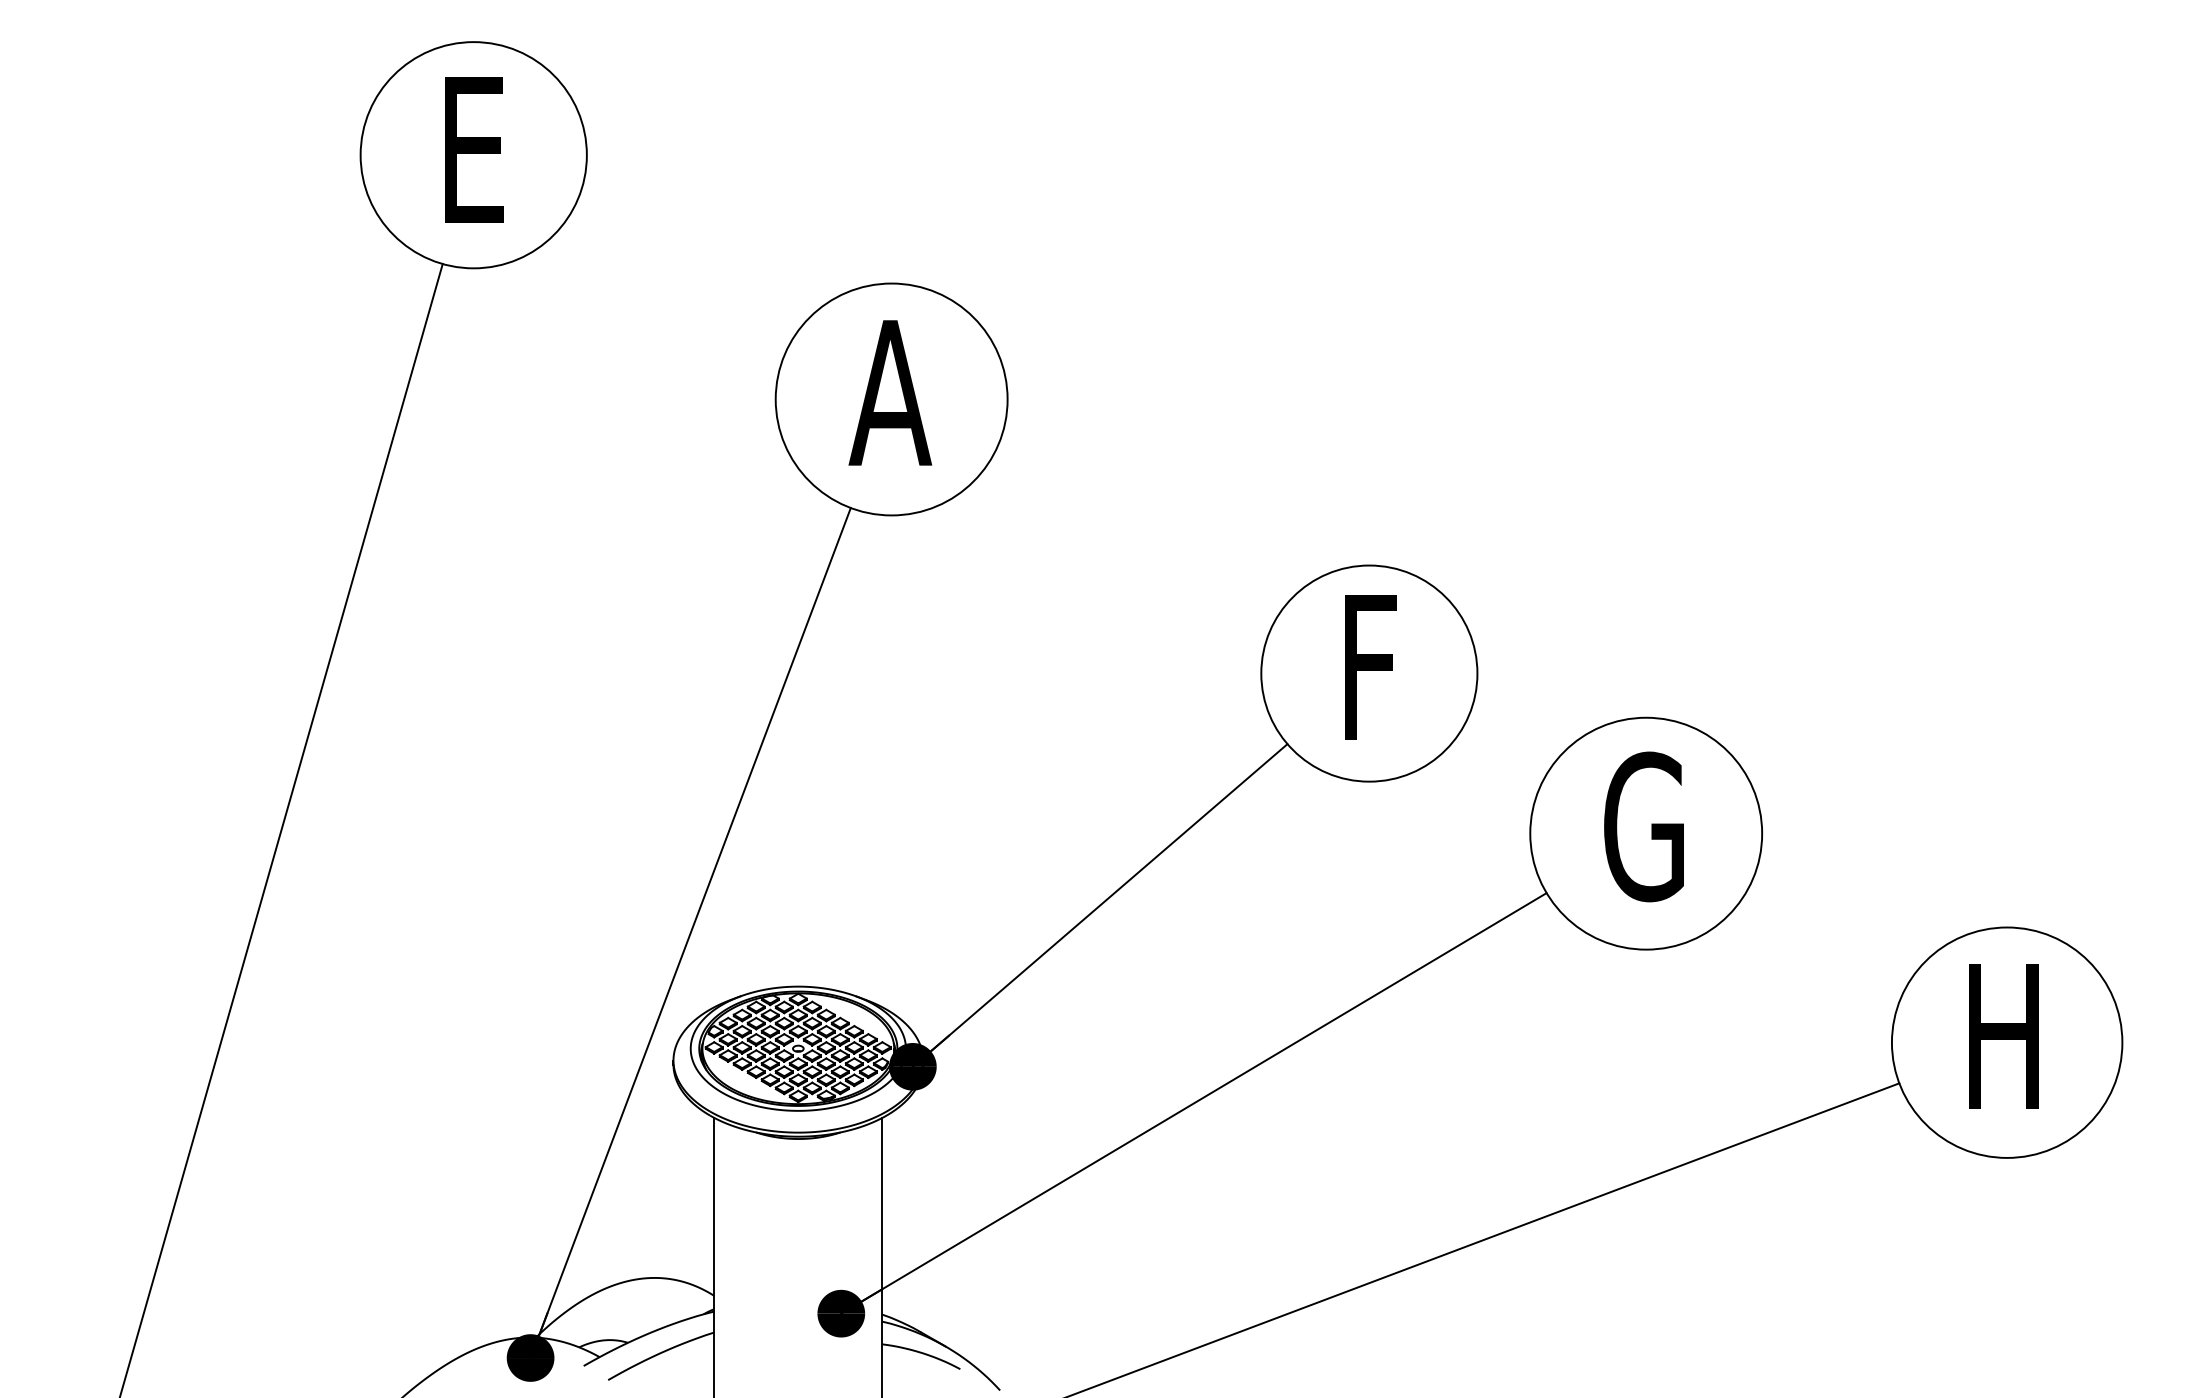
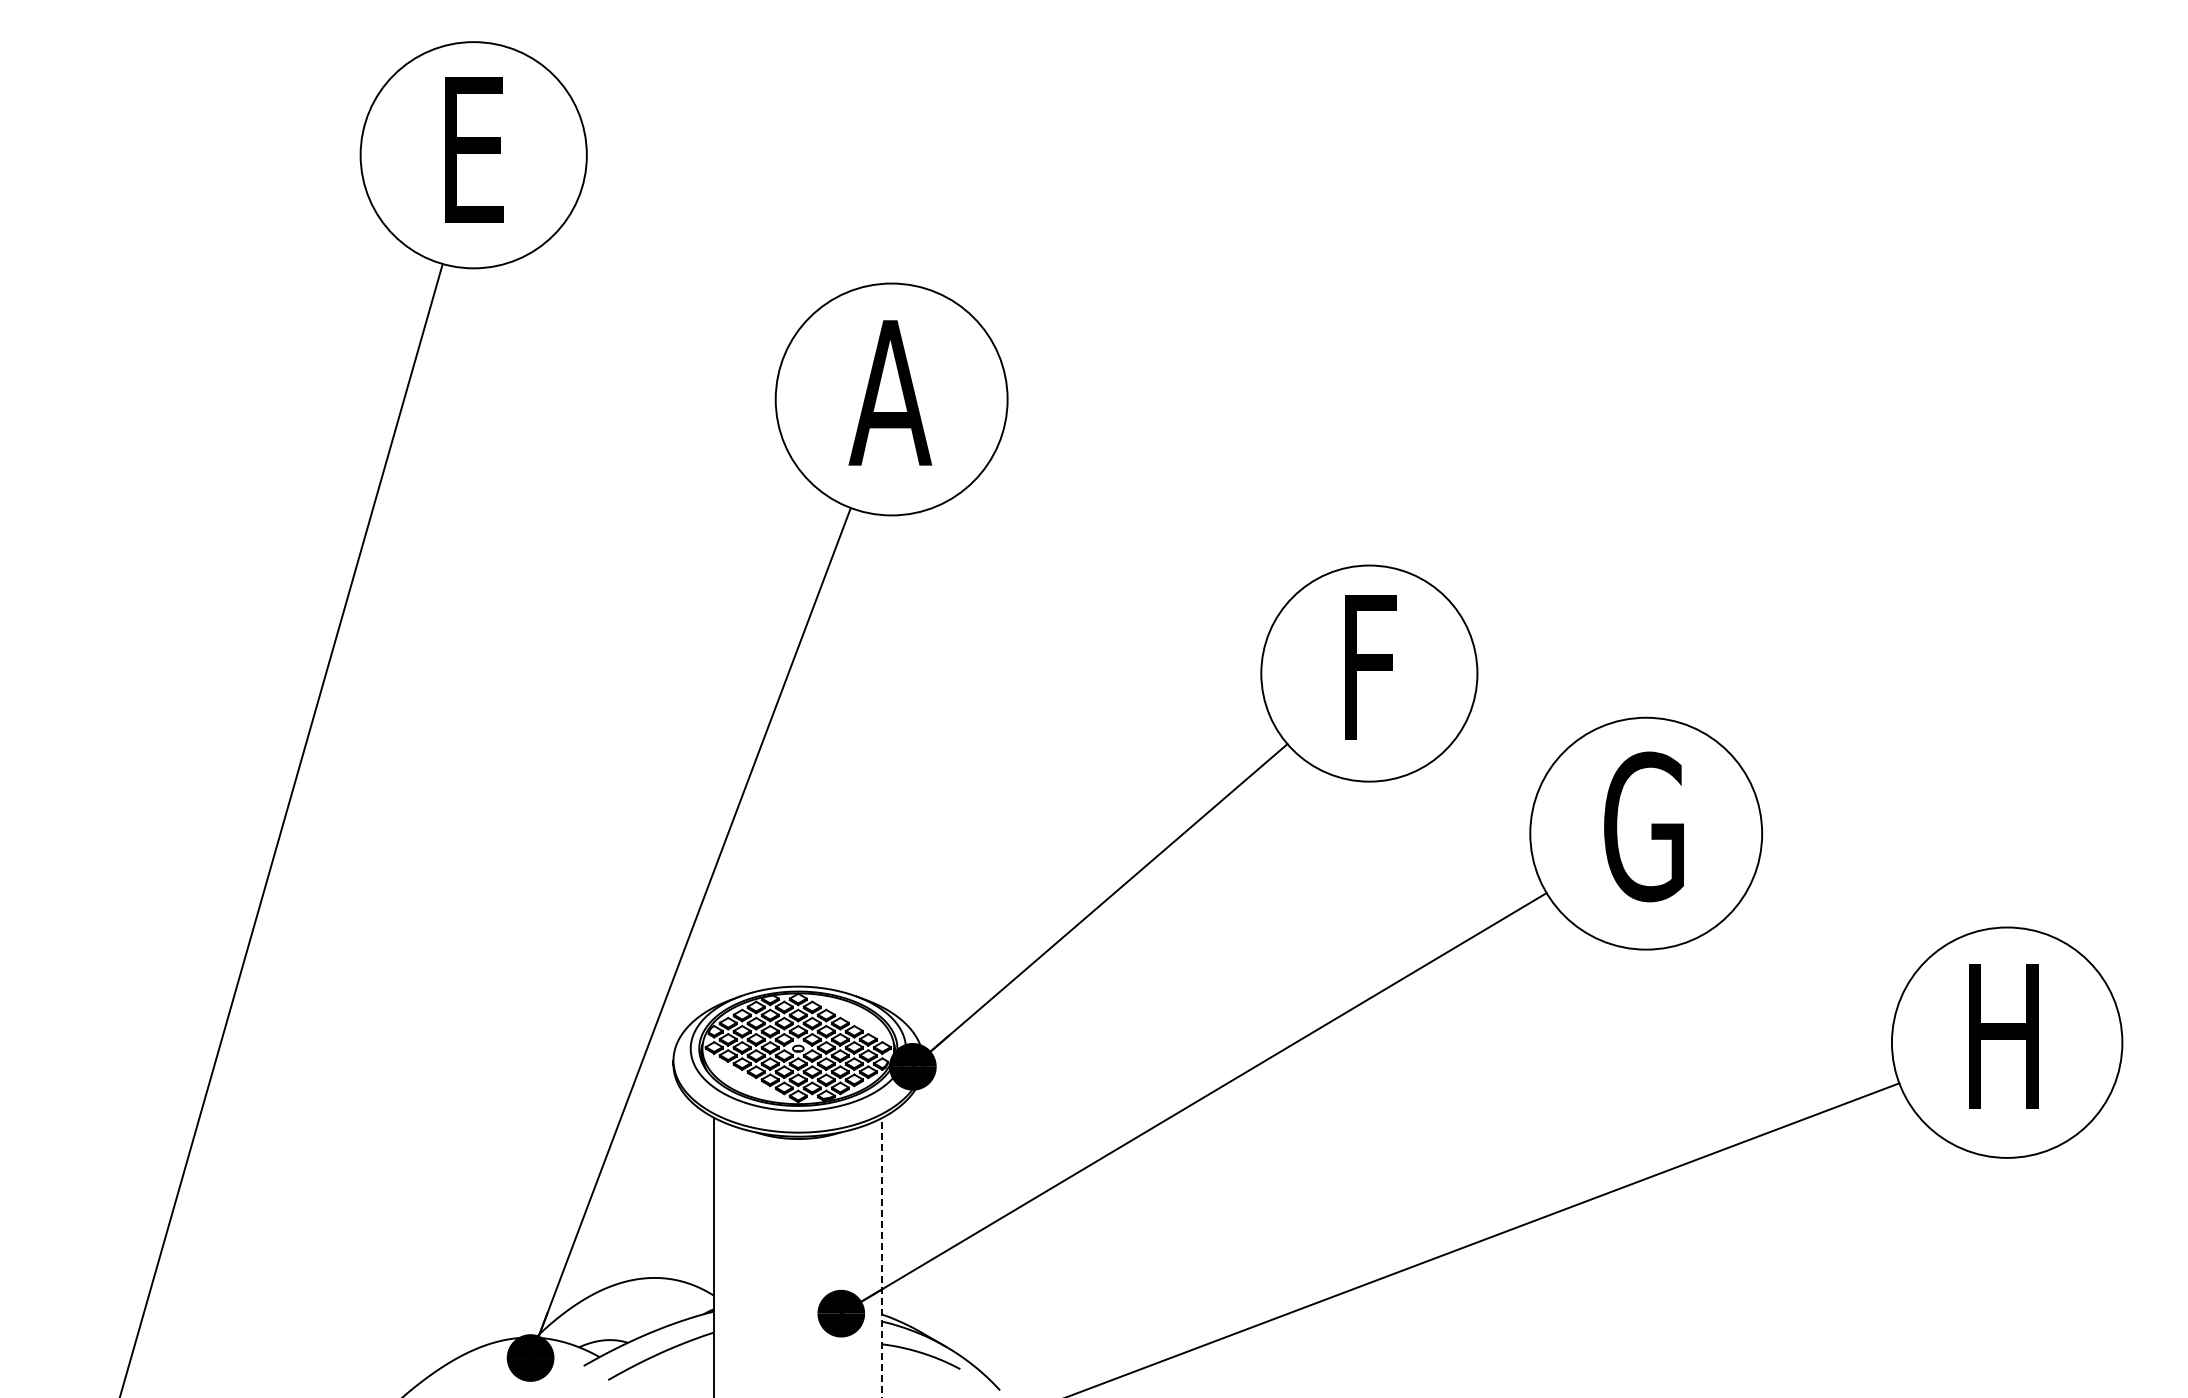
line at (882, 1257): solid -> dashed
